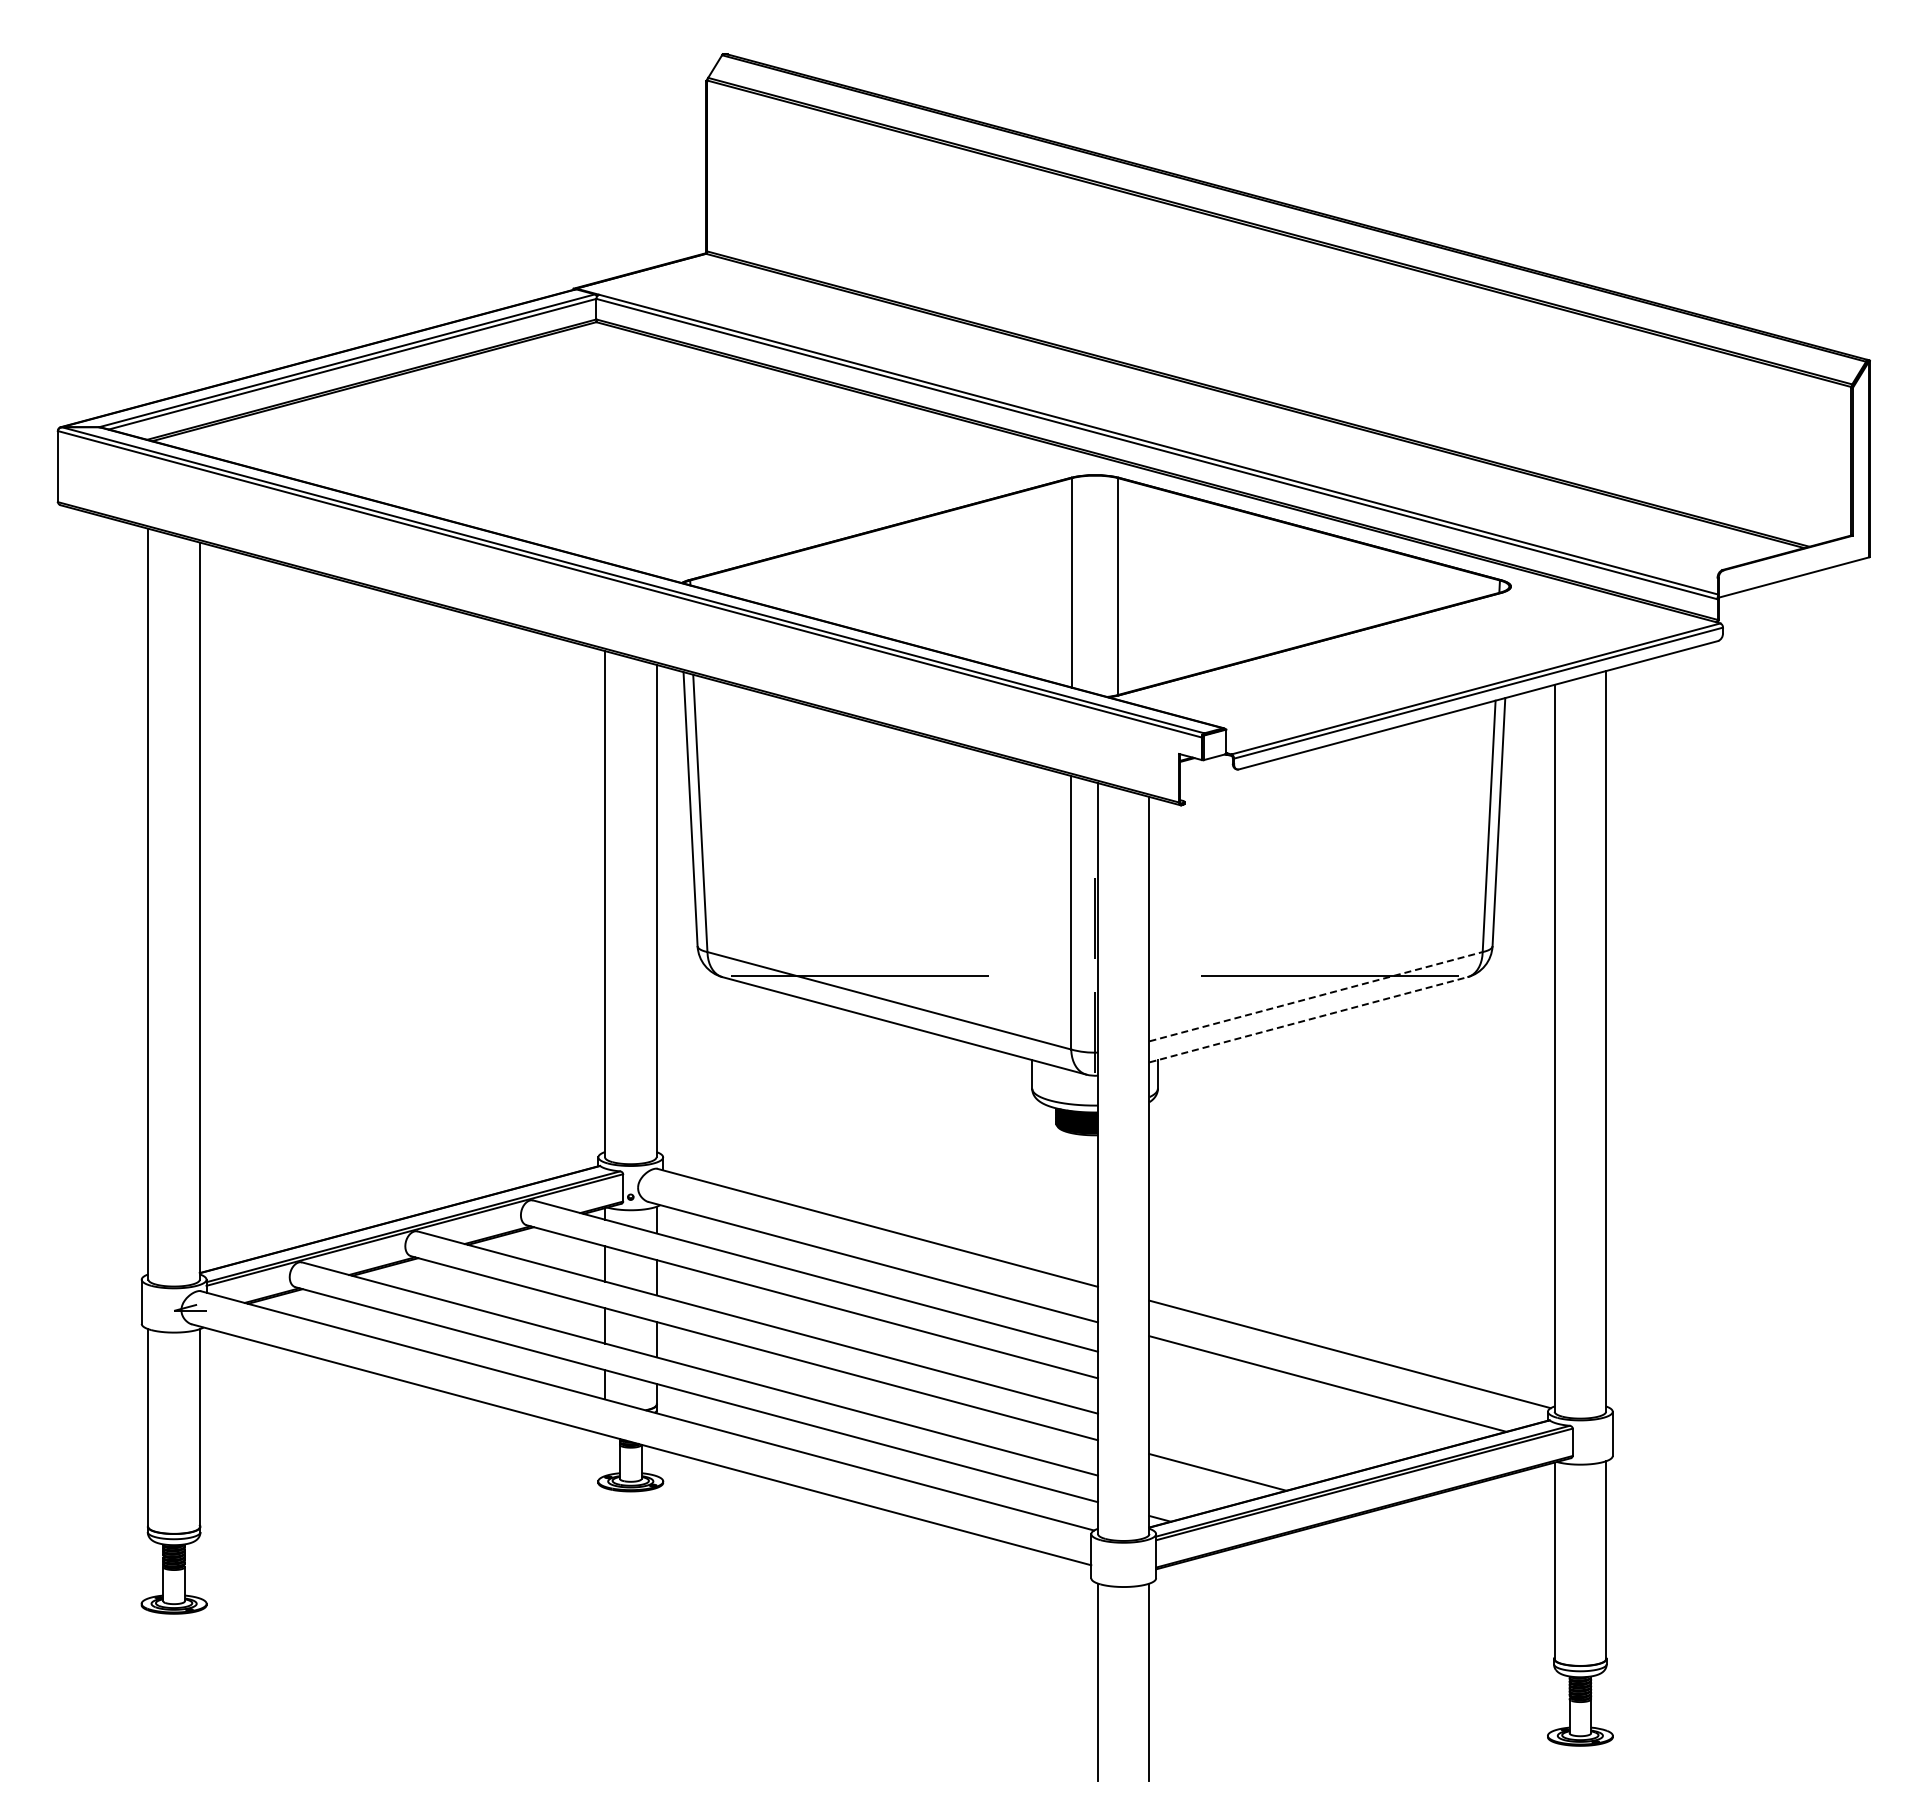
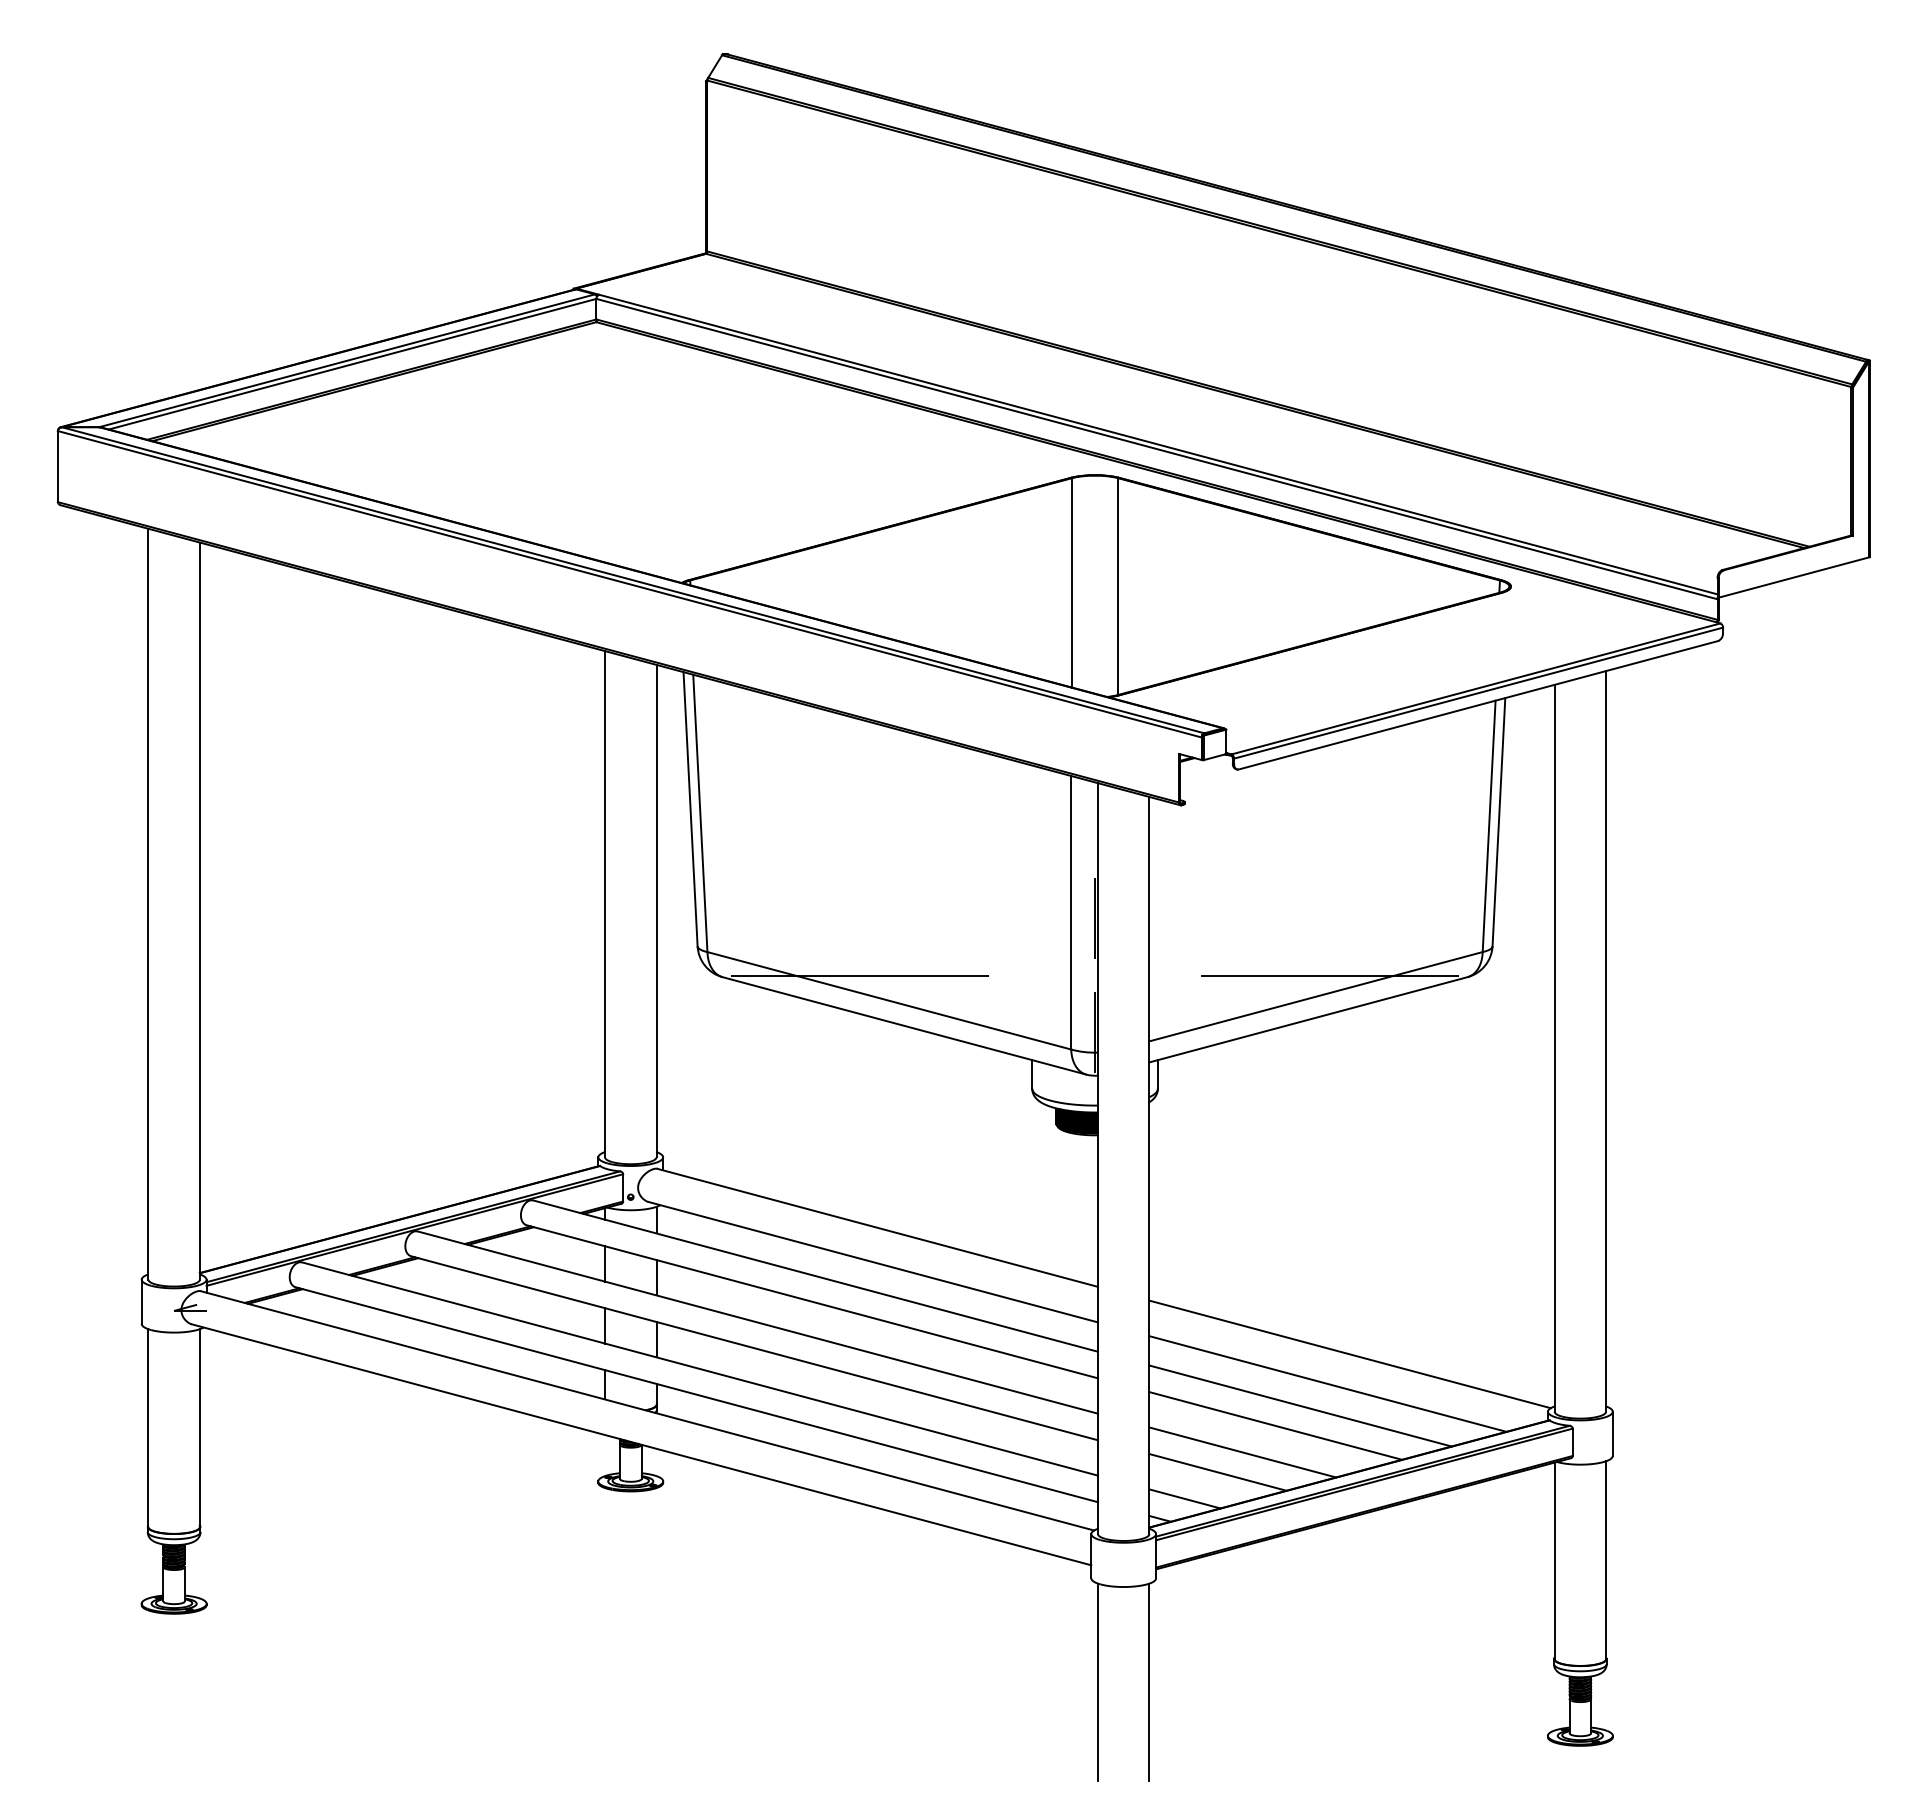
line at (1316, 996): dashed -> solid
line at (1308, 1019): dashed -> solid
line at (1300, 1405): none -> present
line at (1275, 1425): none -> present
line at (1242, 1452): none -> present
line at (1184, 1498): none -> present
